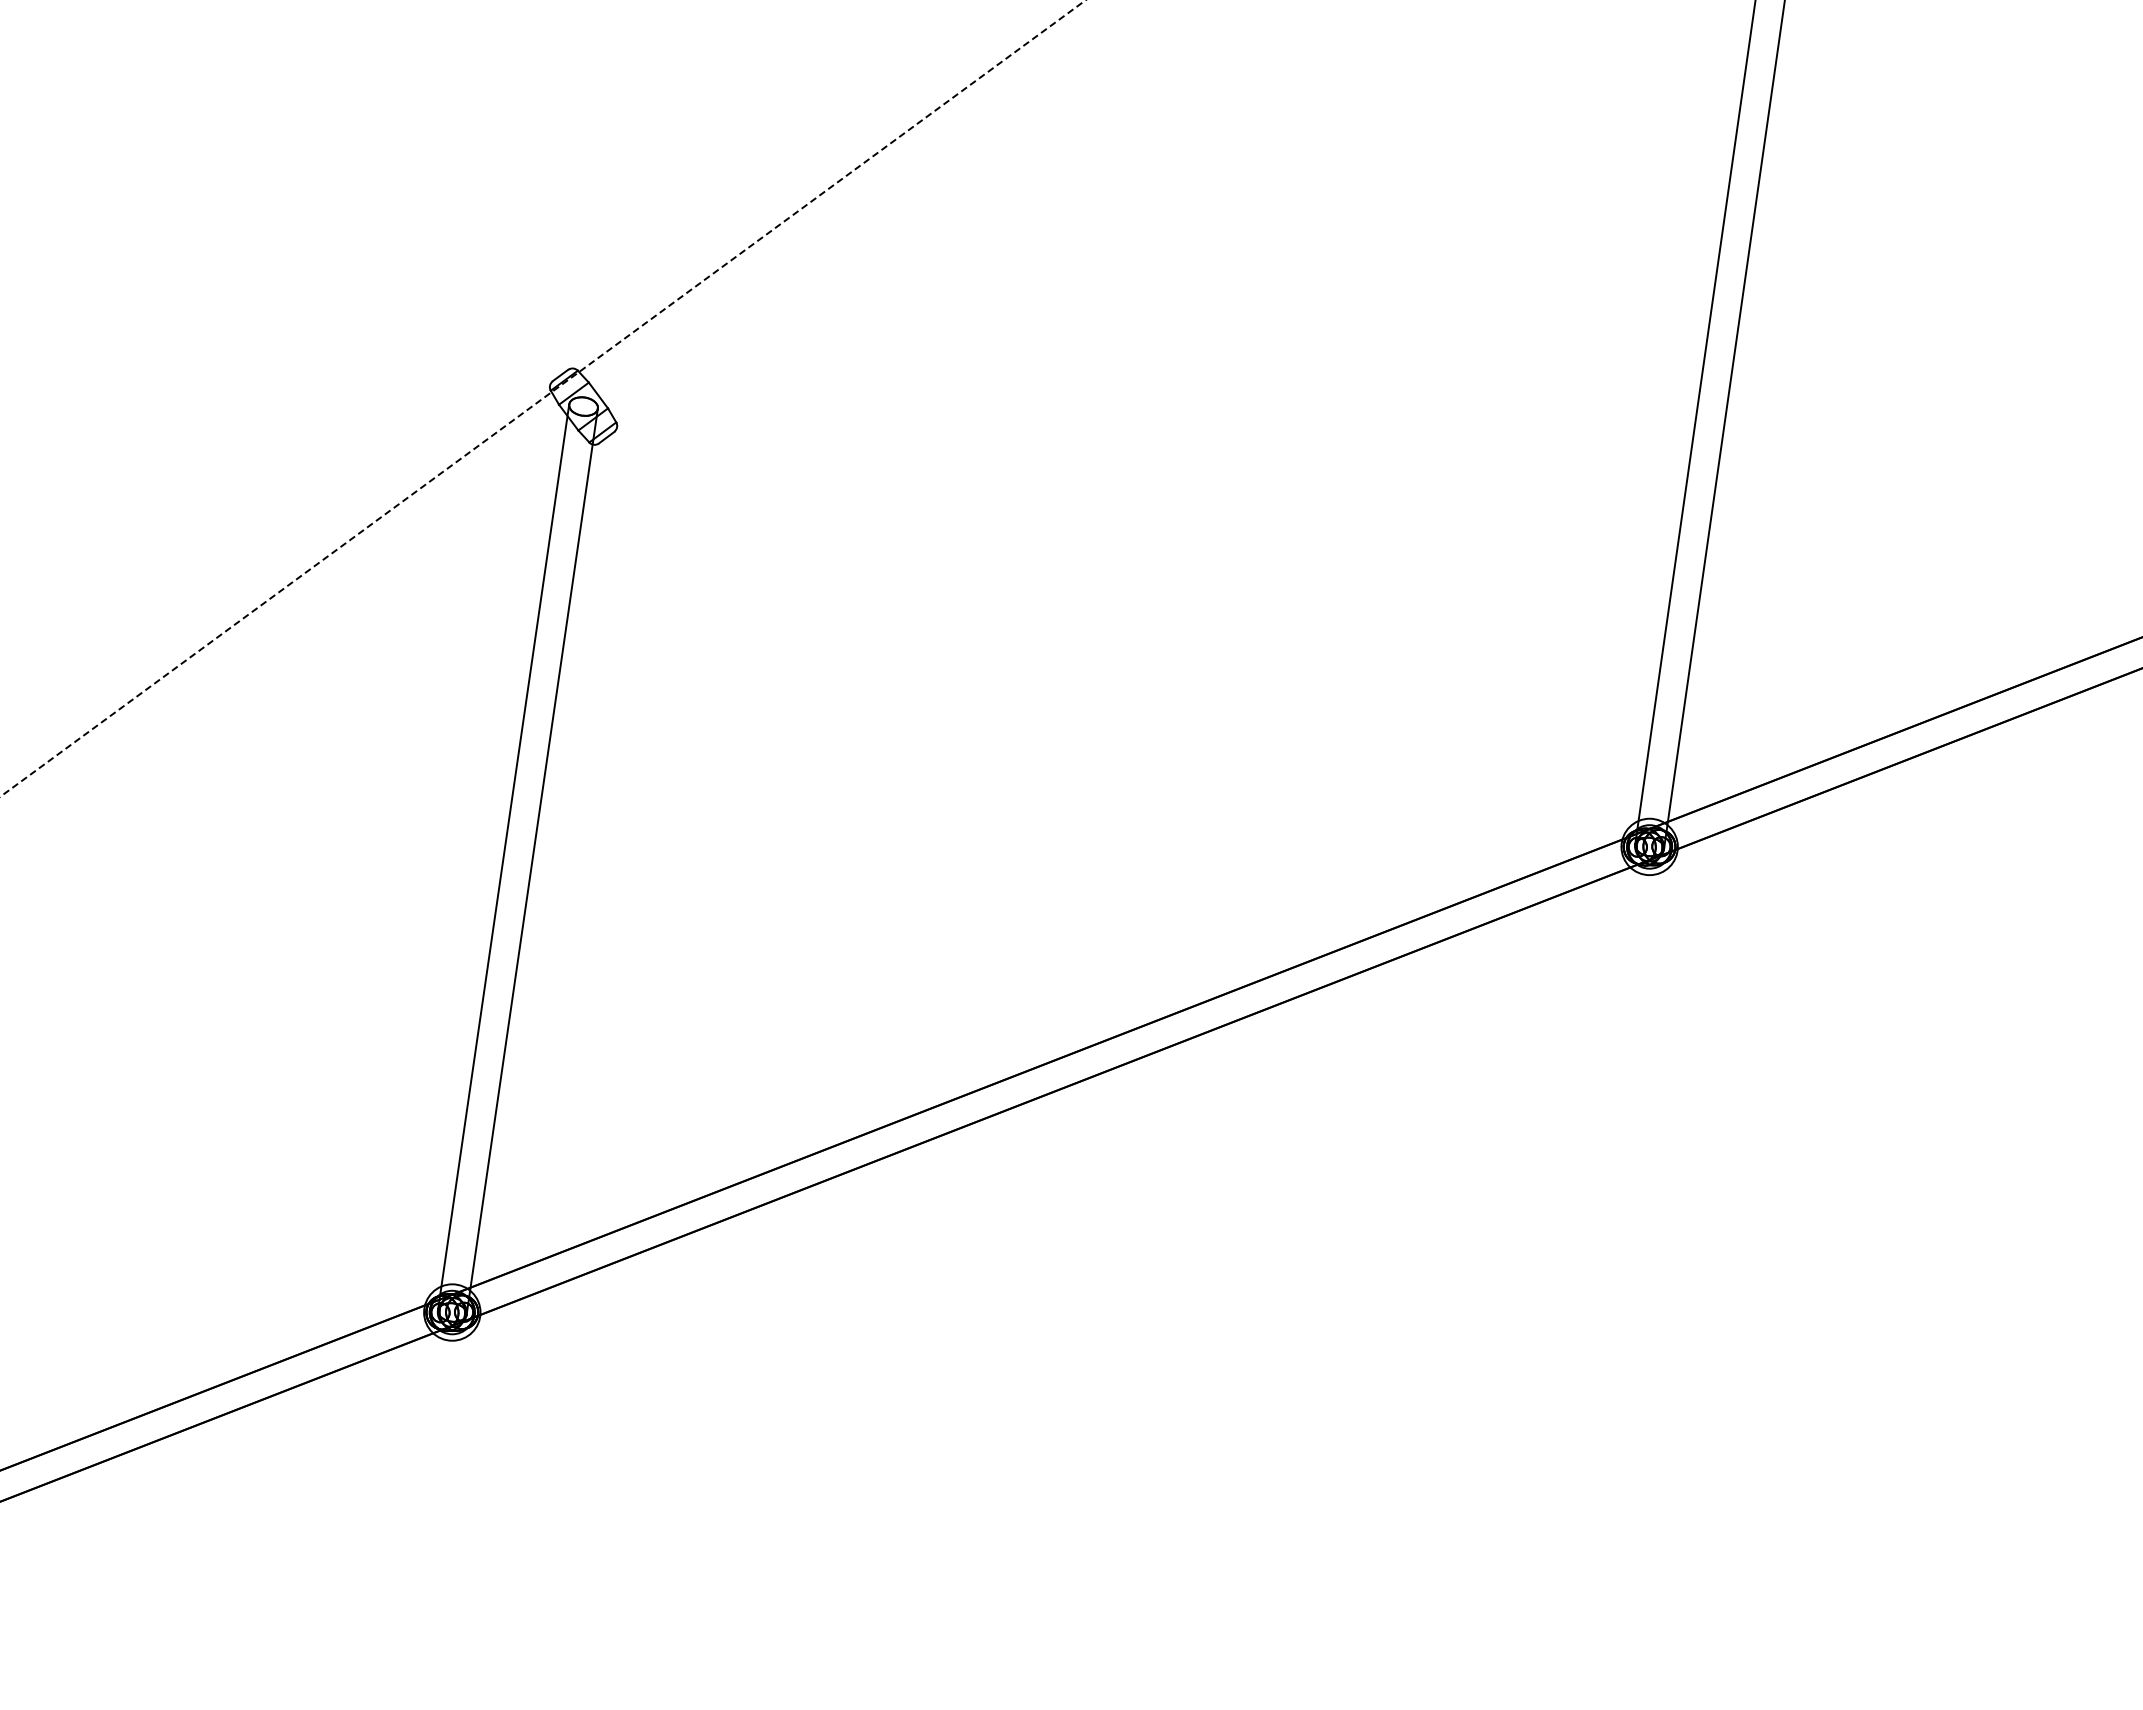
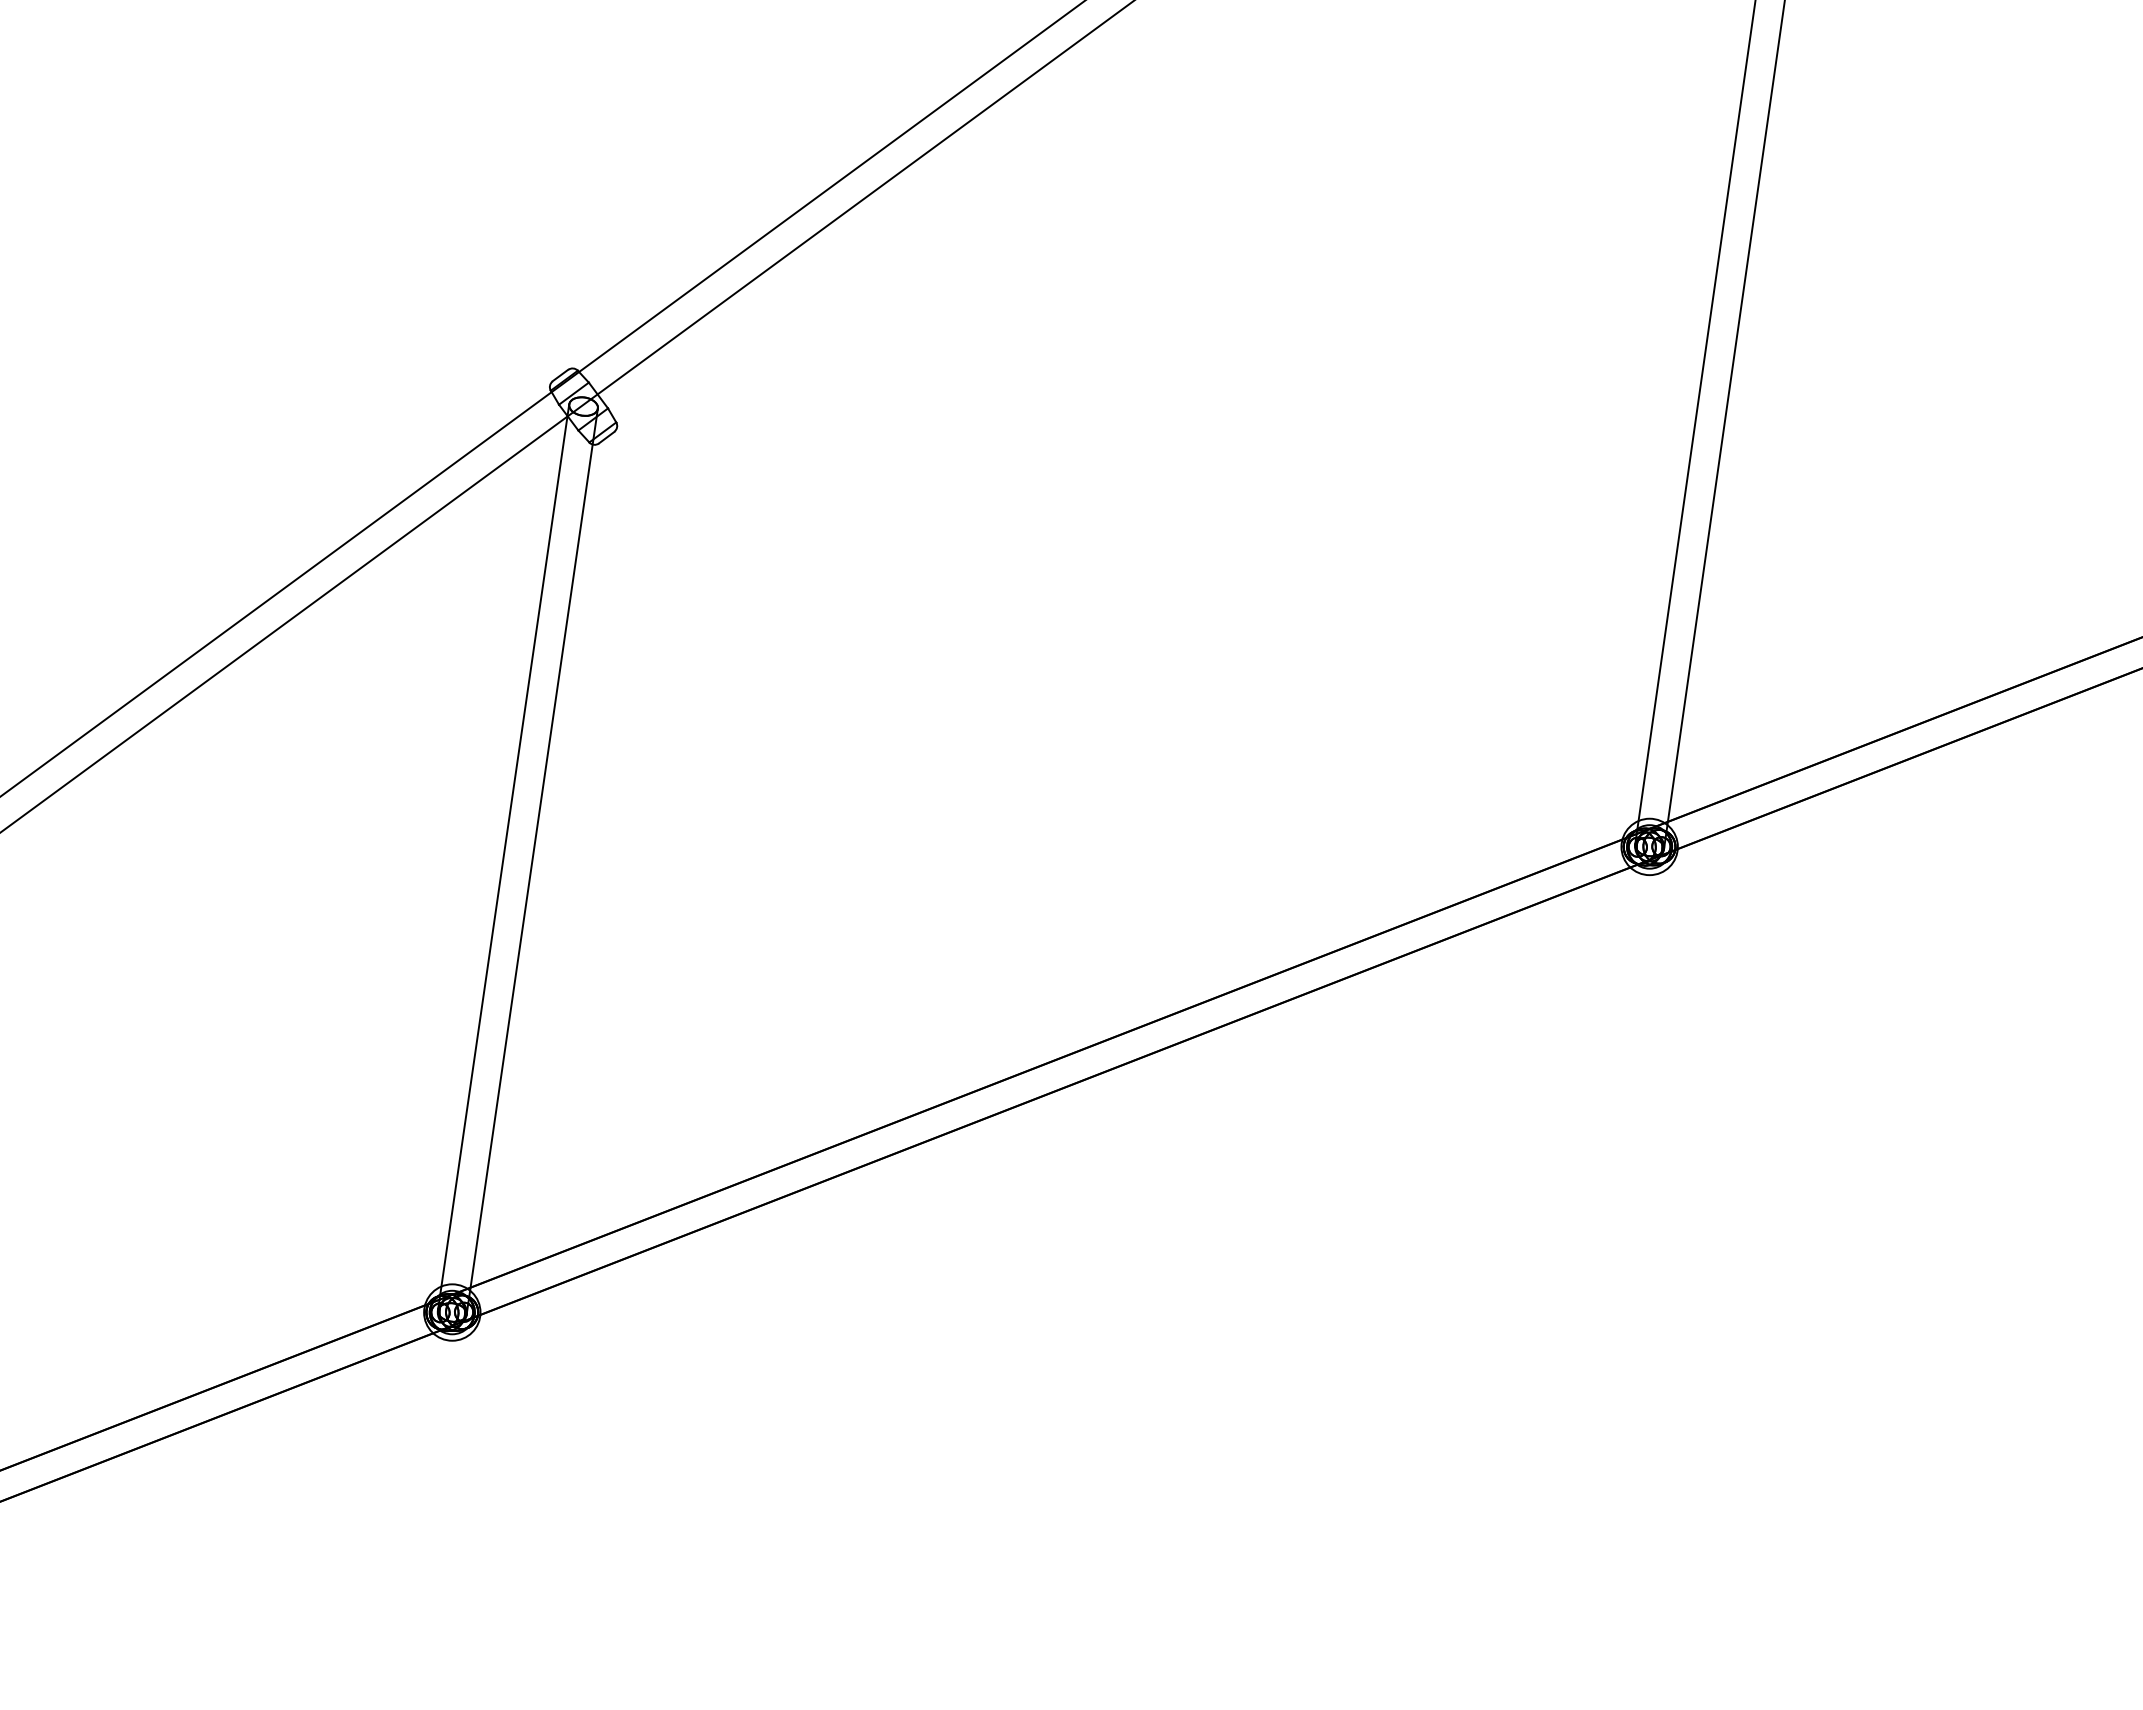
line at (543, 398): dashed -> solid
line at (567, 416): none -> present
